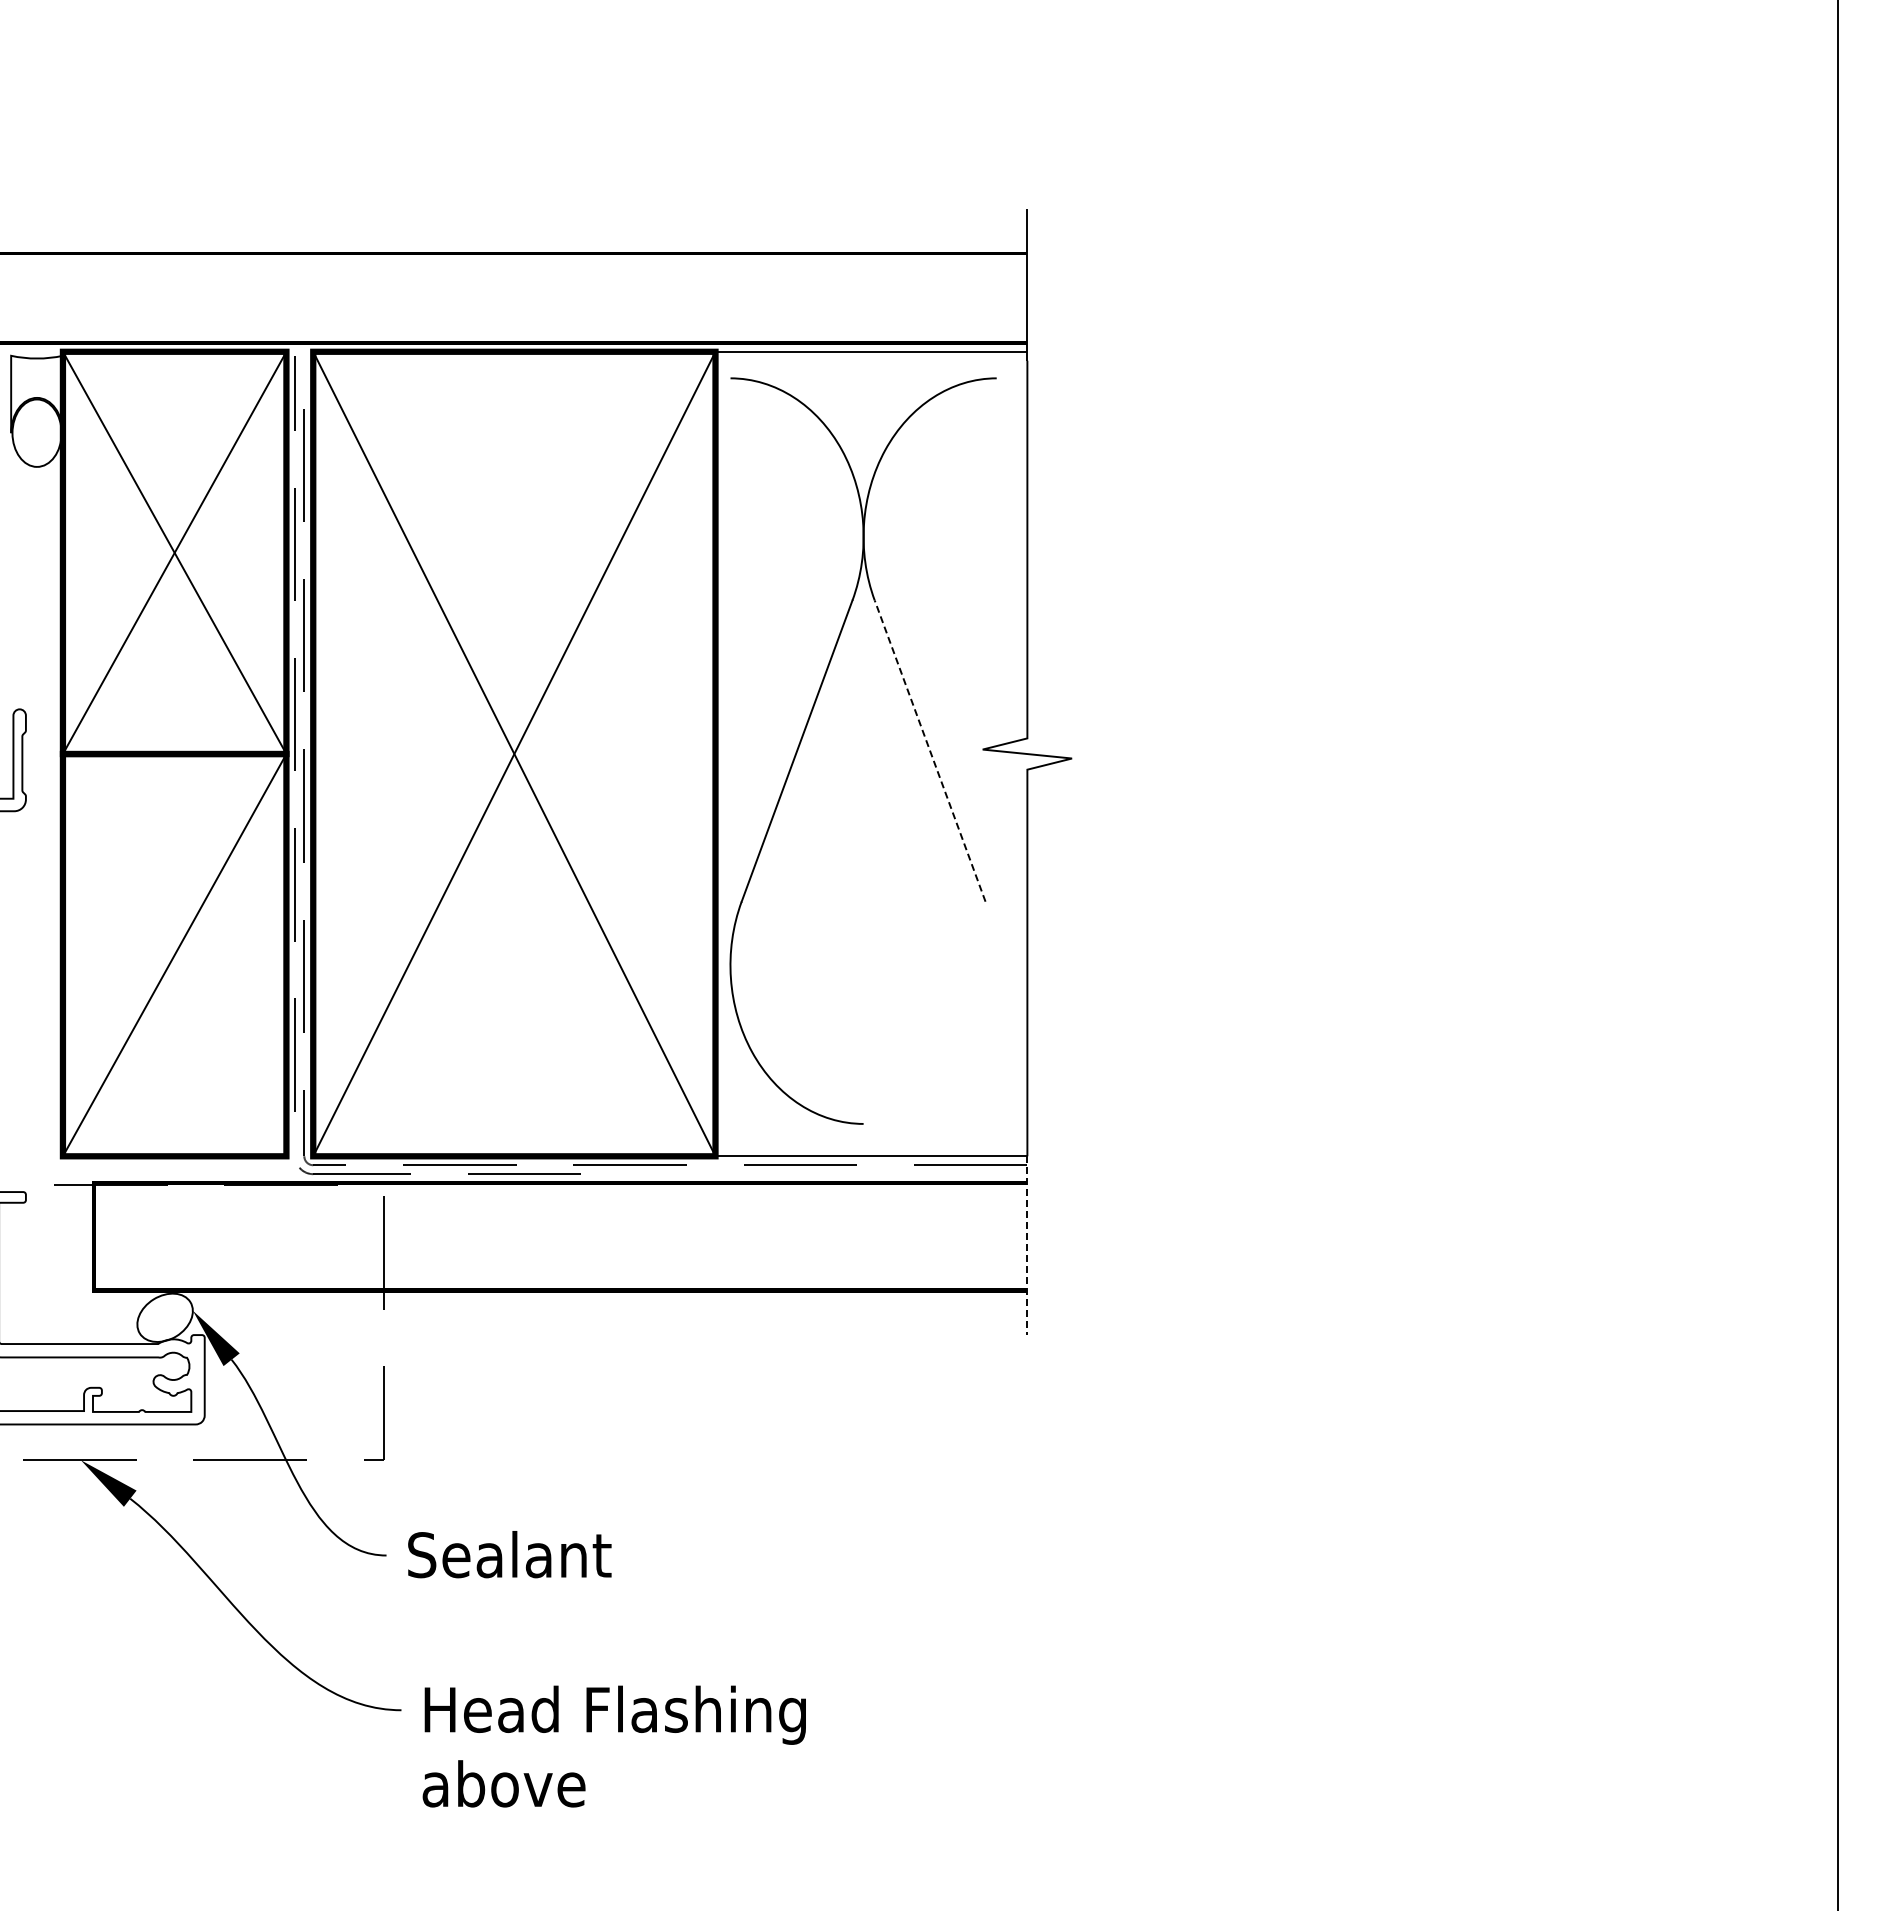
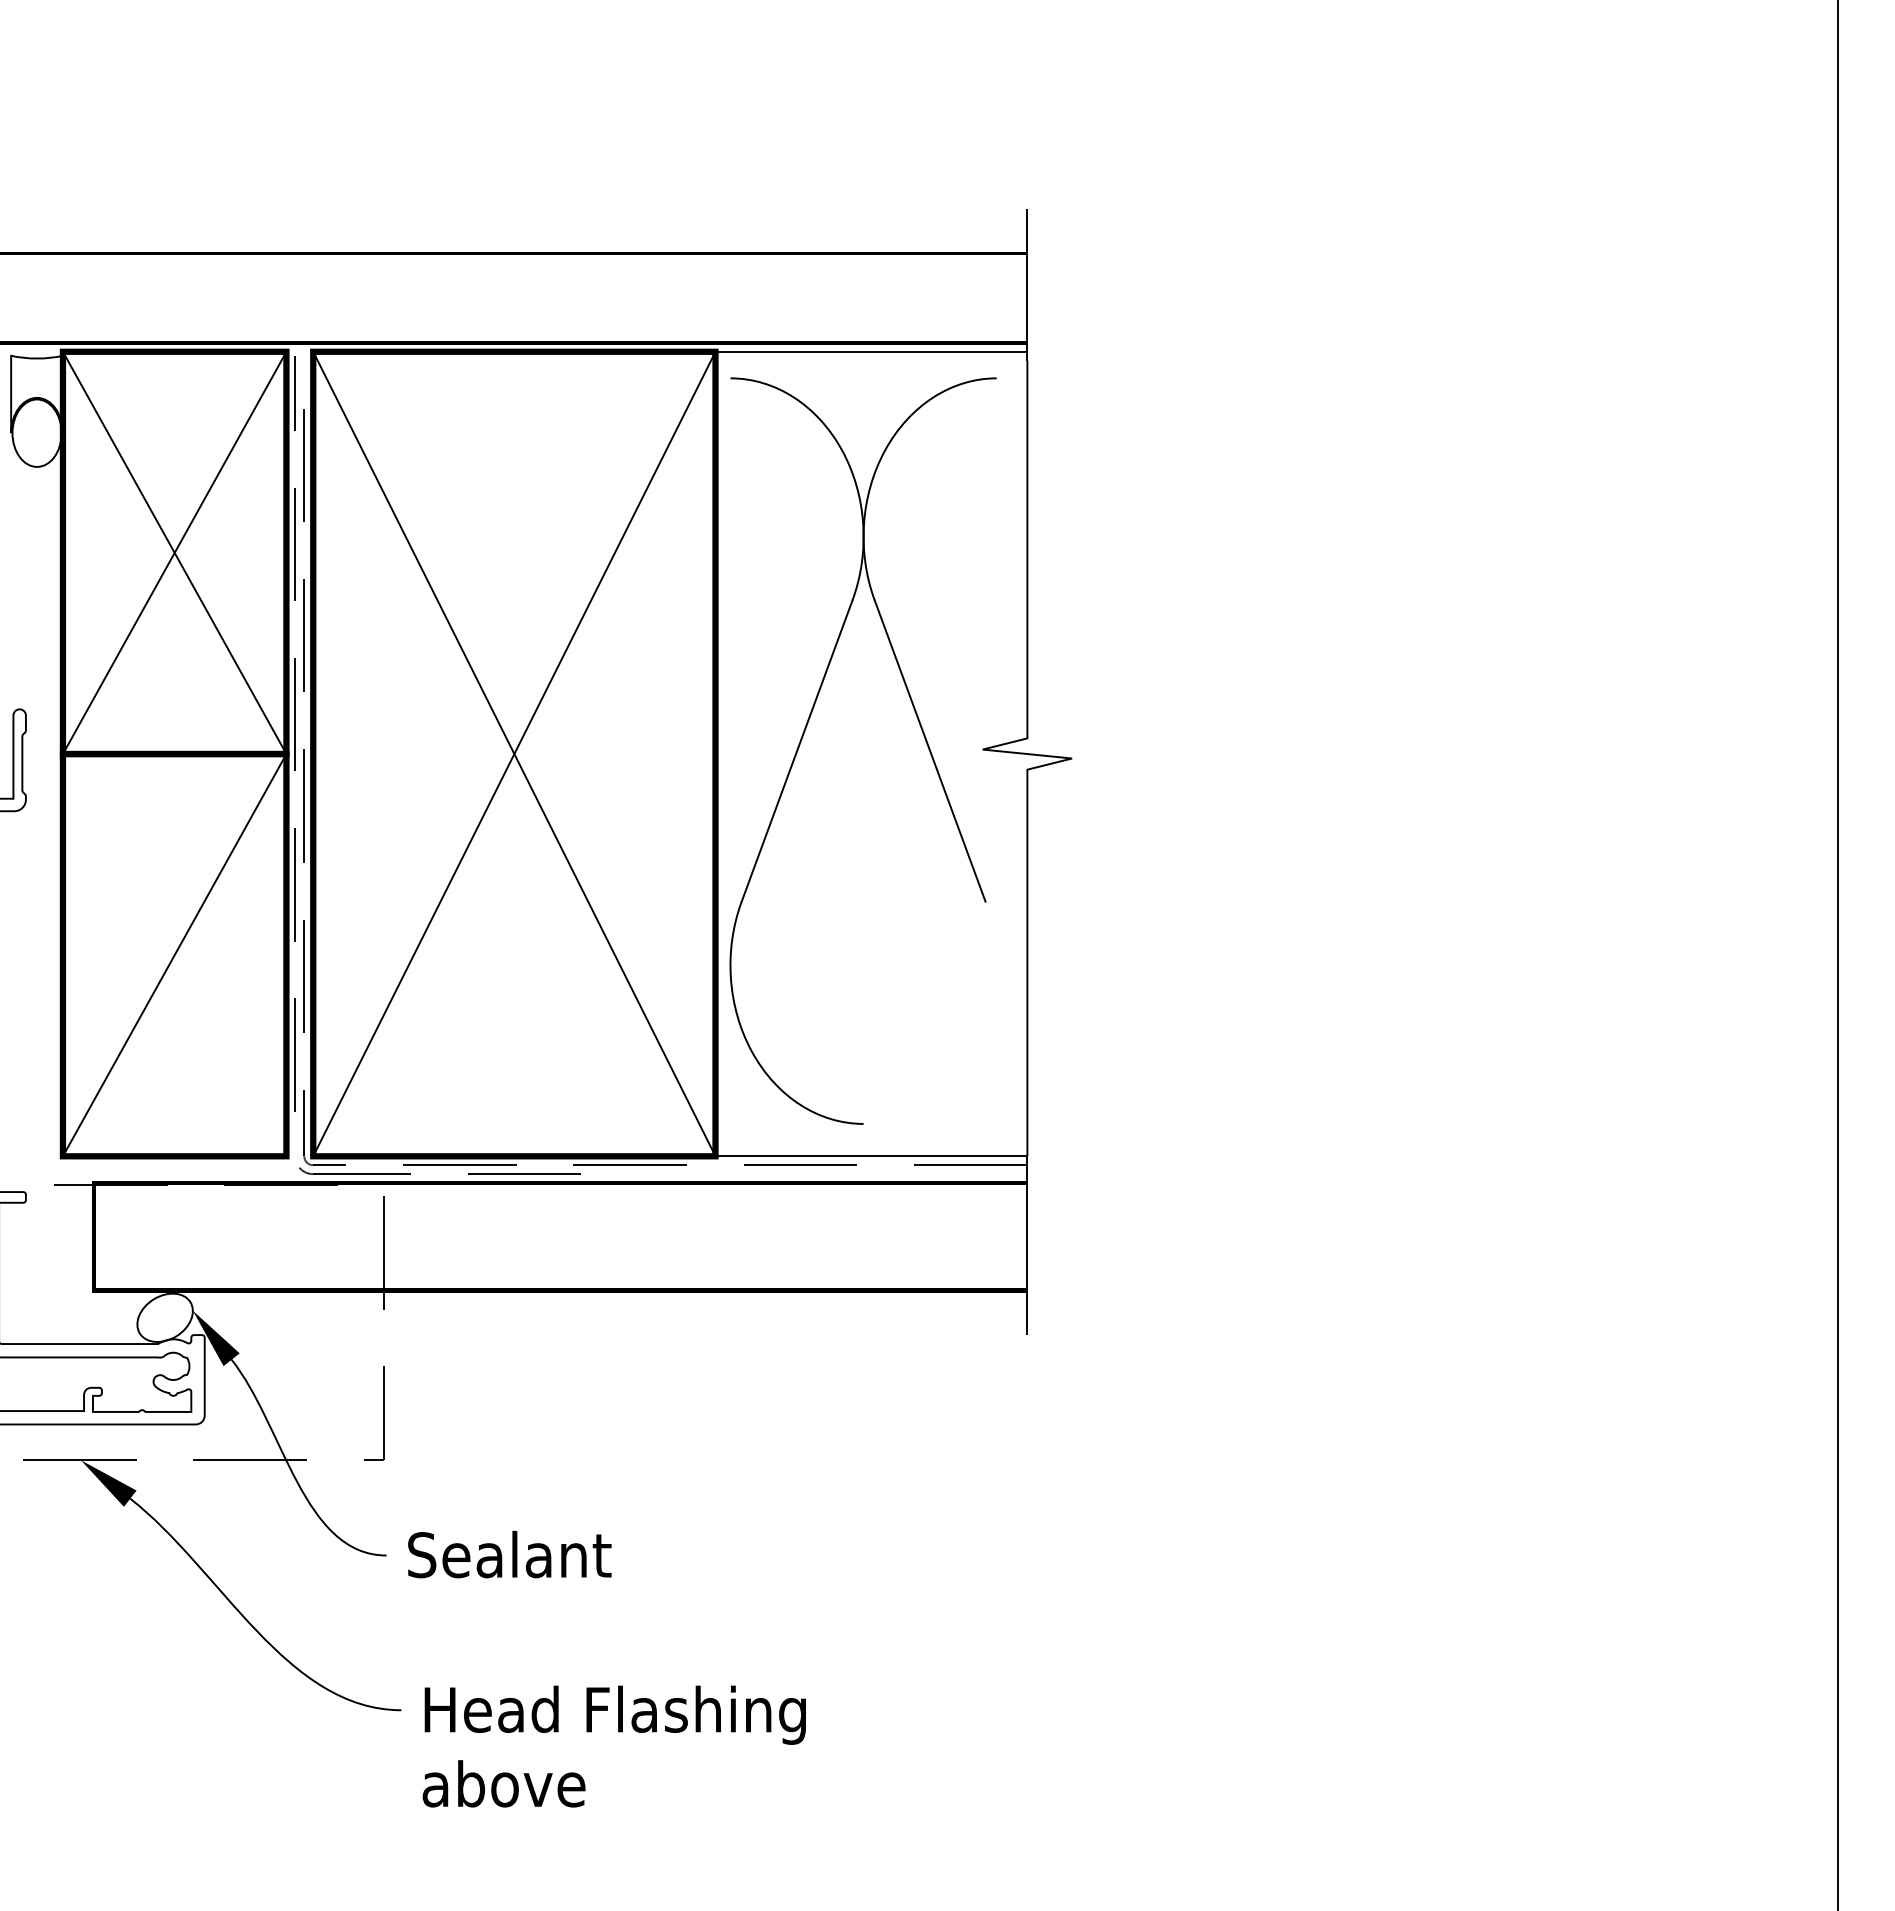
line at (930, 750): dashed -> solid
line at (1027, 1246): dashed -> solid
